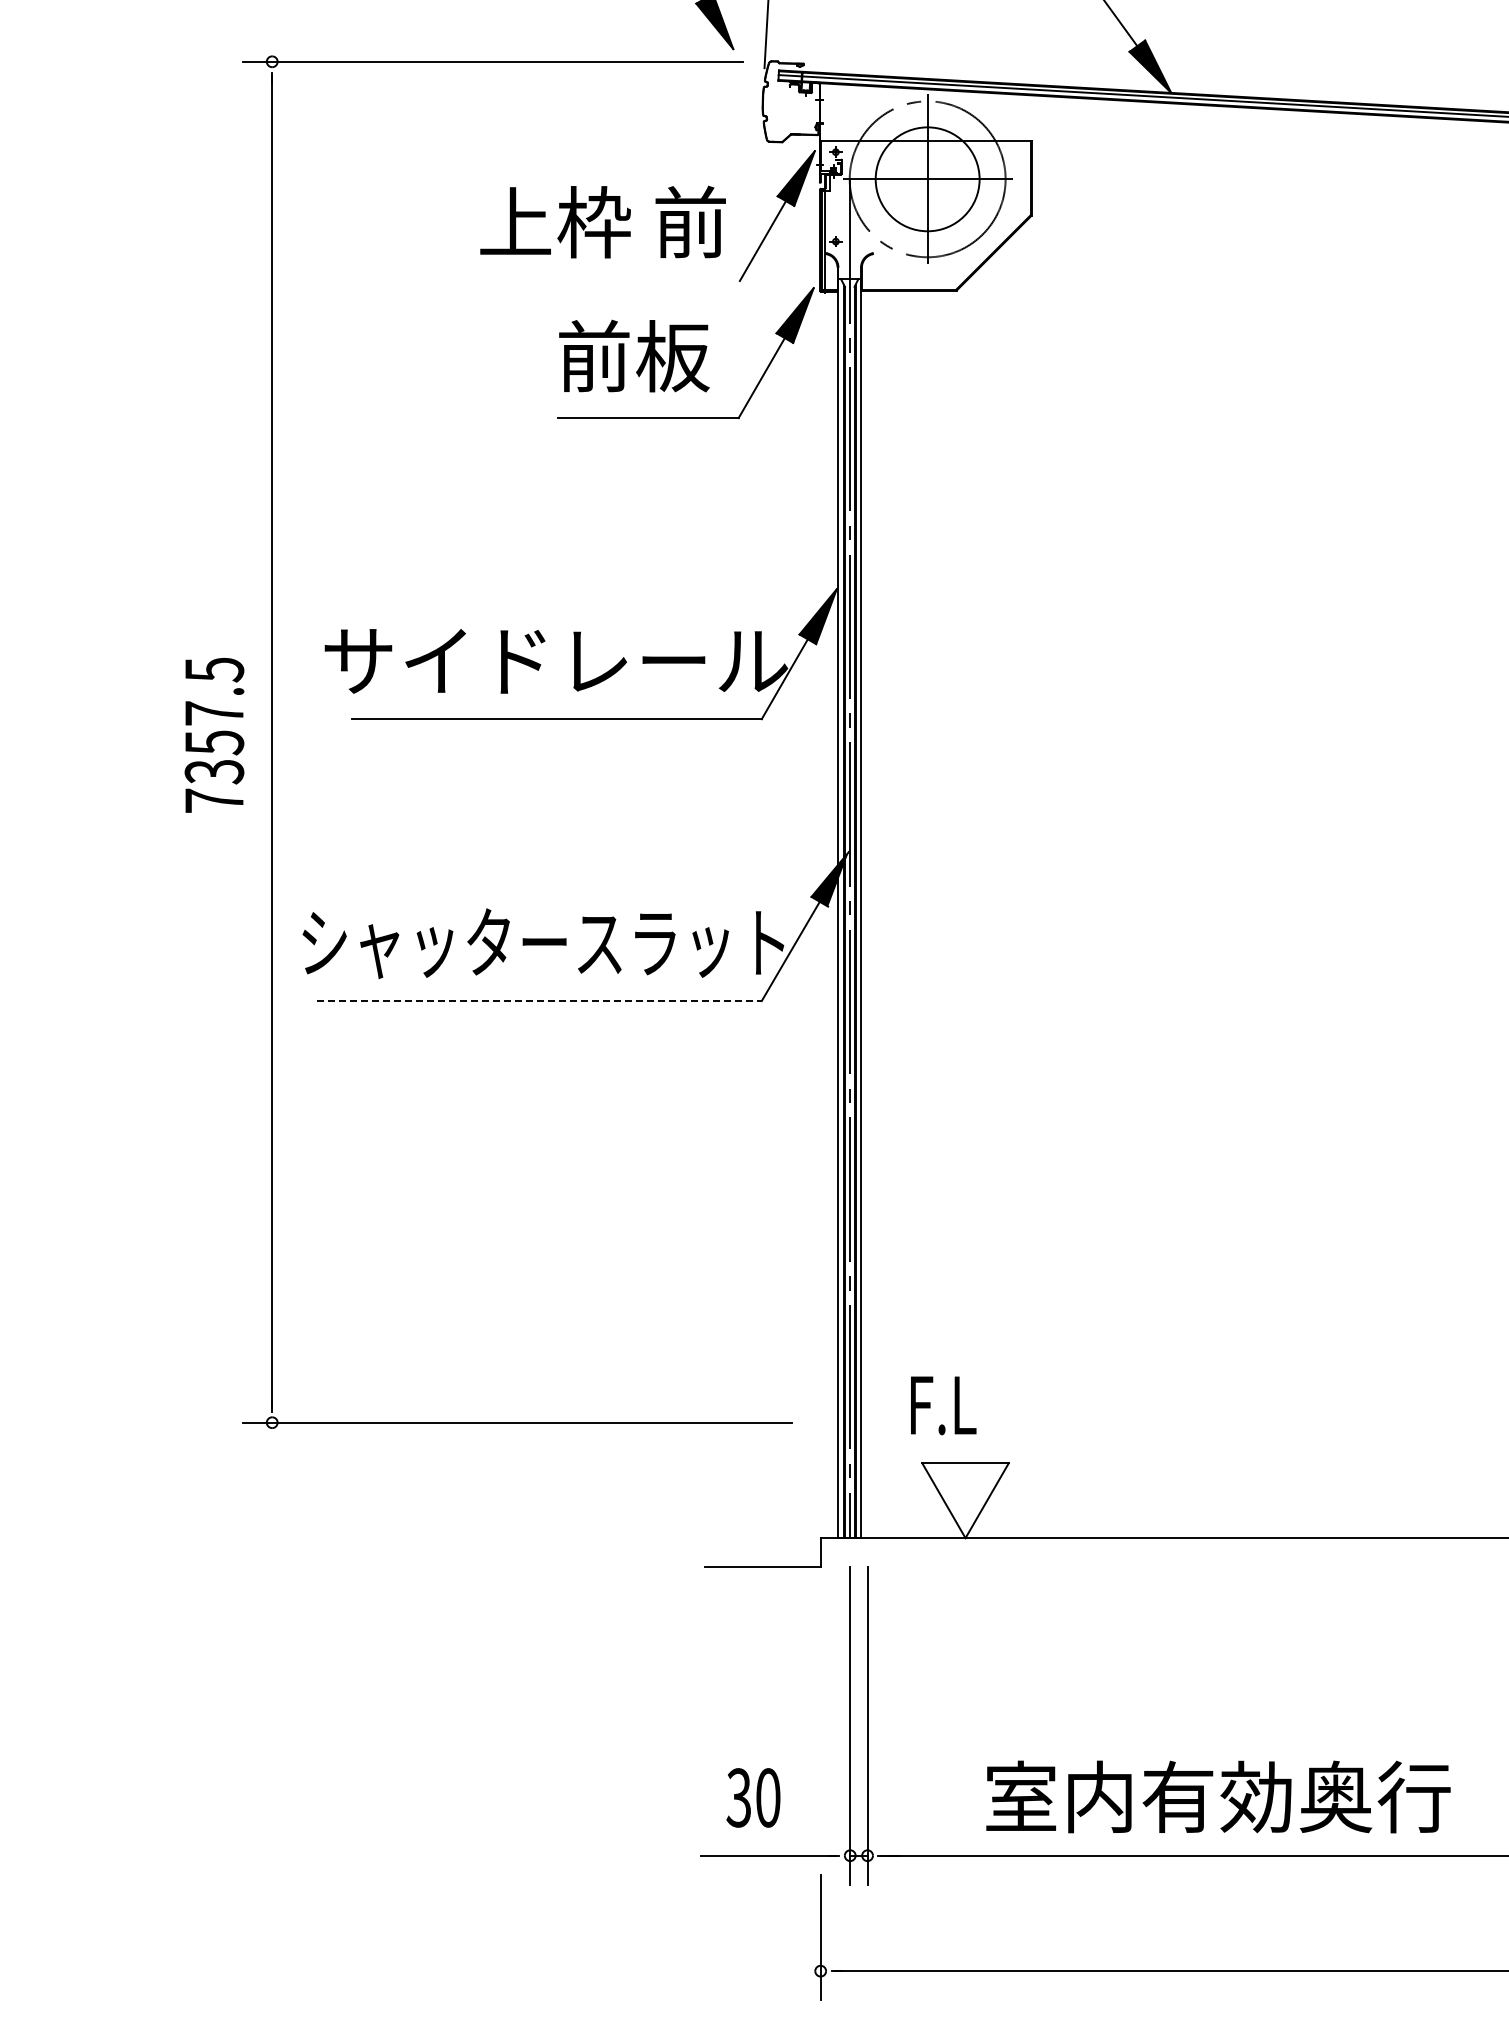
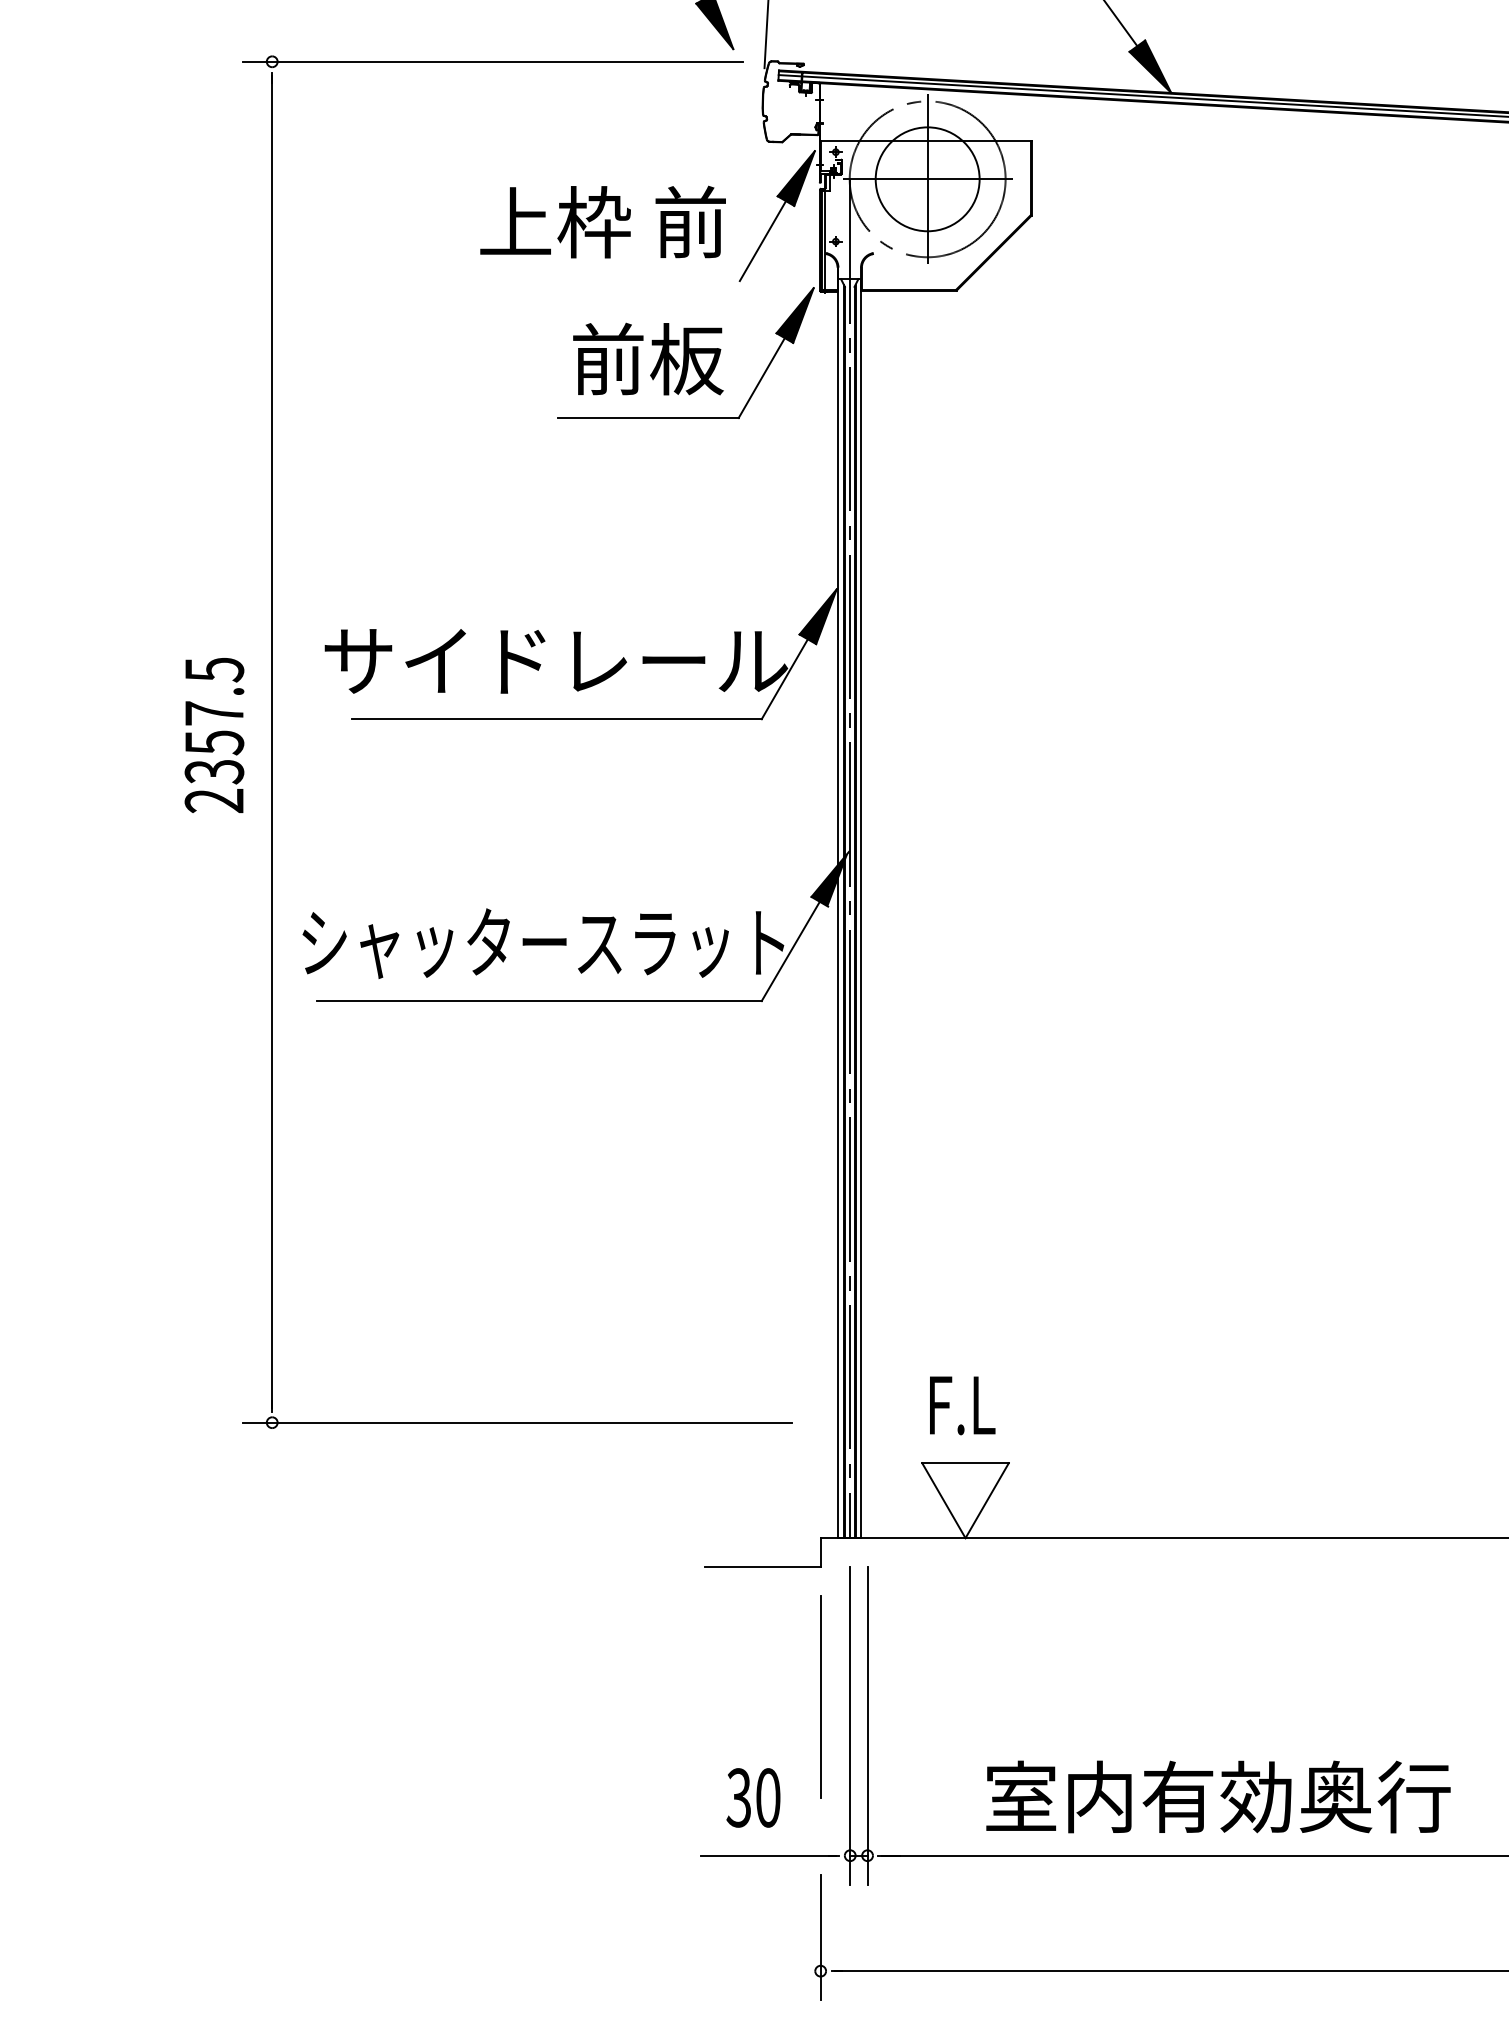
text at (634, 355) position: (634, 355) -> (648, 358)
text at (213, 800): 7357.5 -> 2357.5
line at (539, 1001): dashed -> solid
text at (943, 1405) position: (943, 1405) -> (962, 1405)
line at (820, 1696): none -> present
